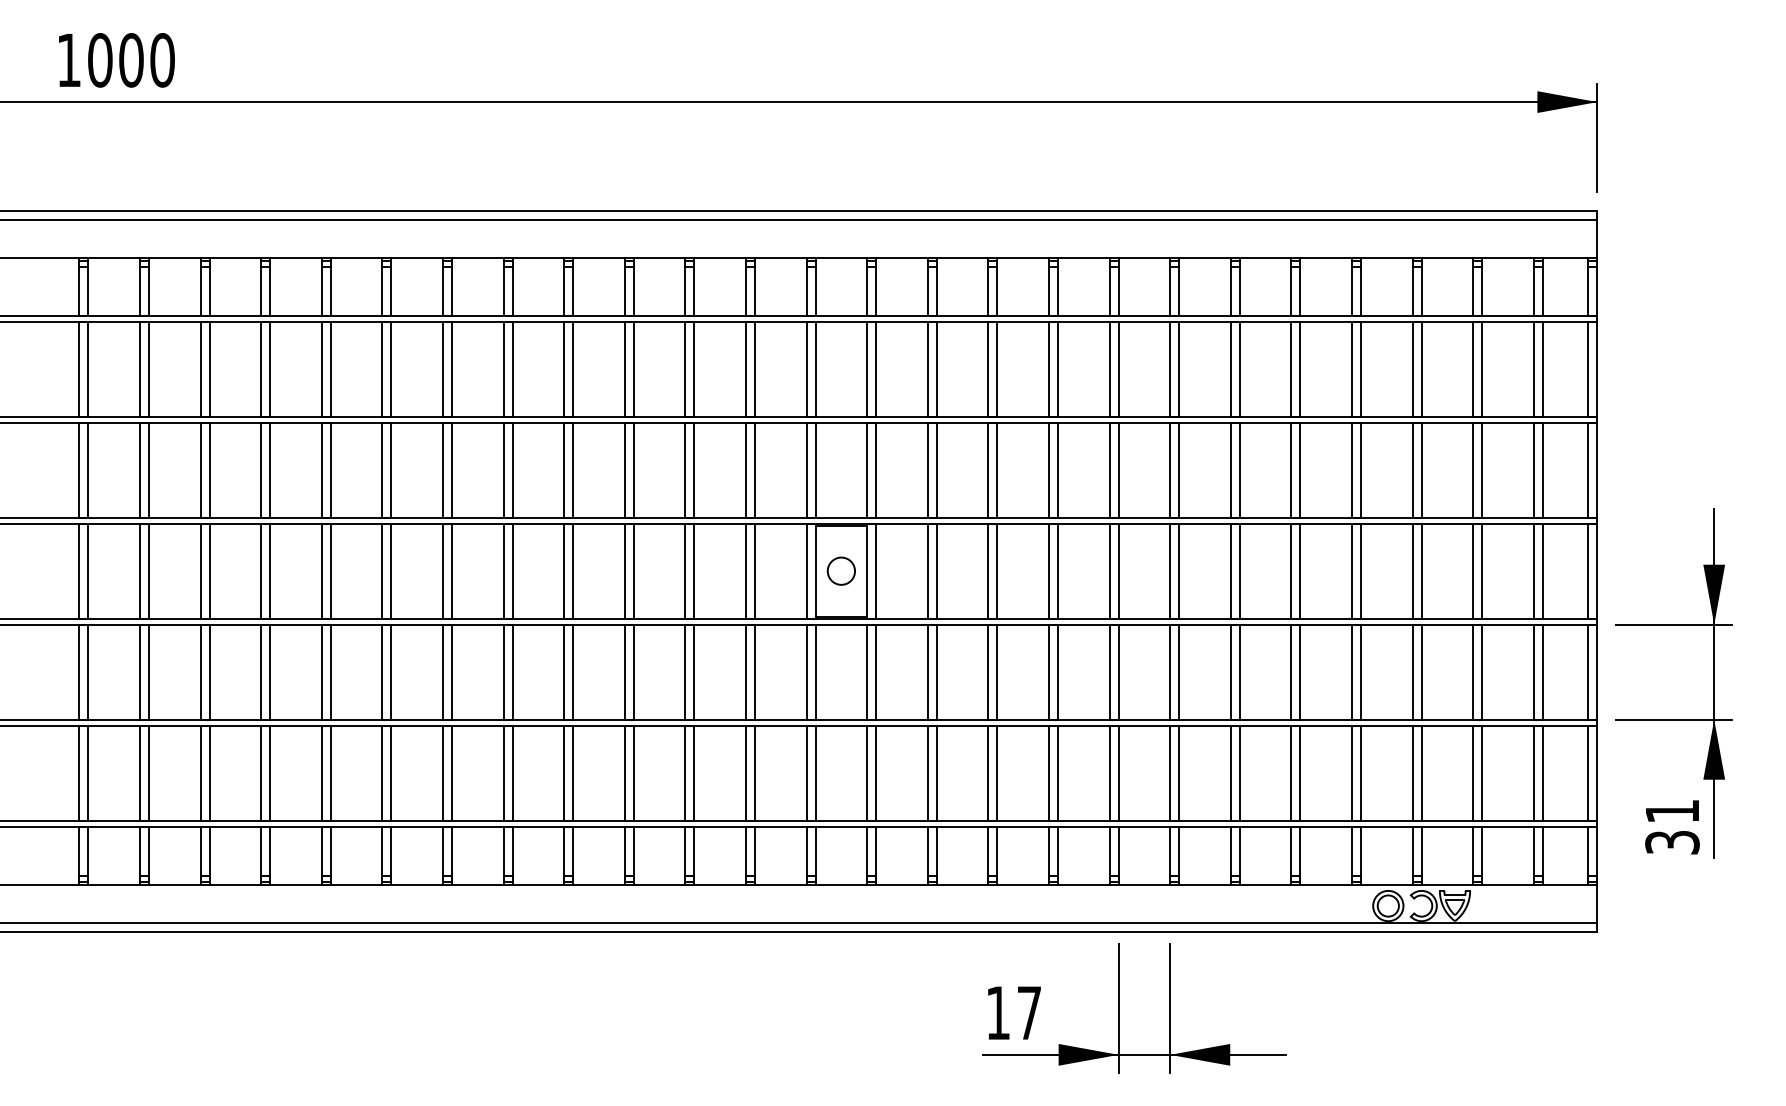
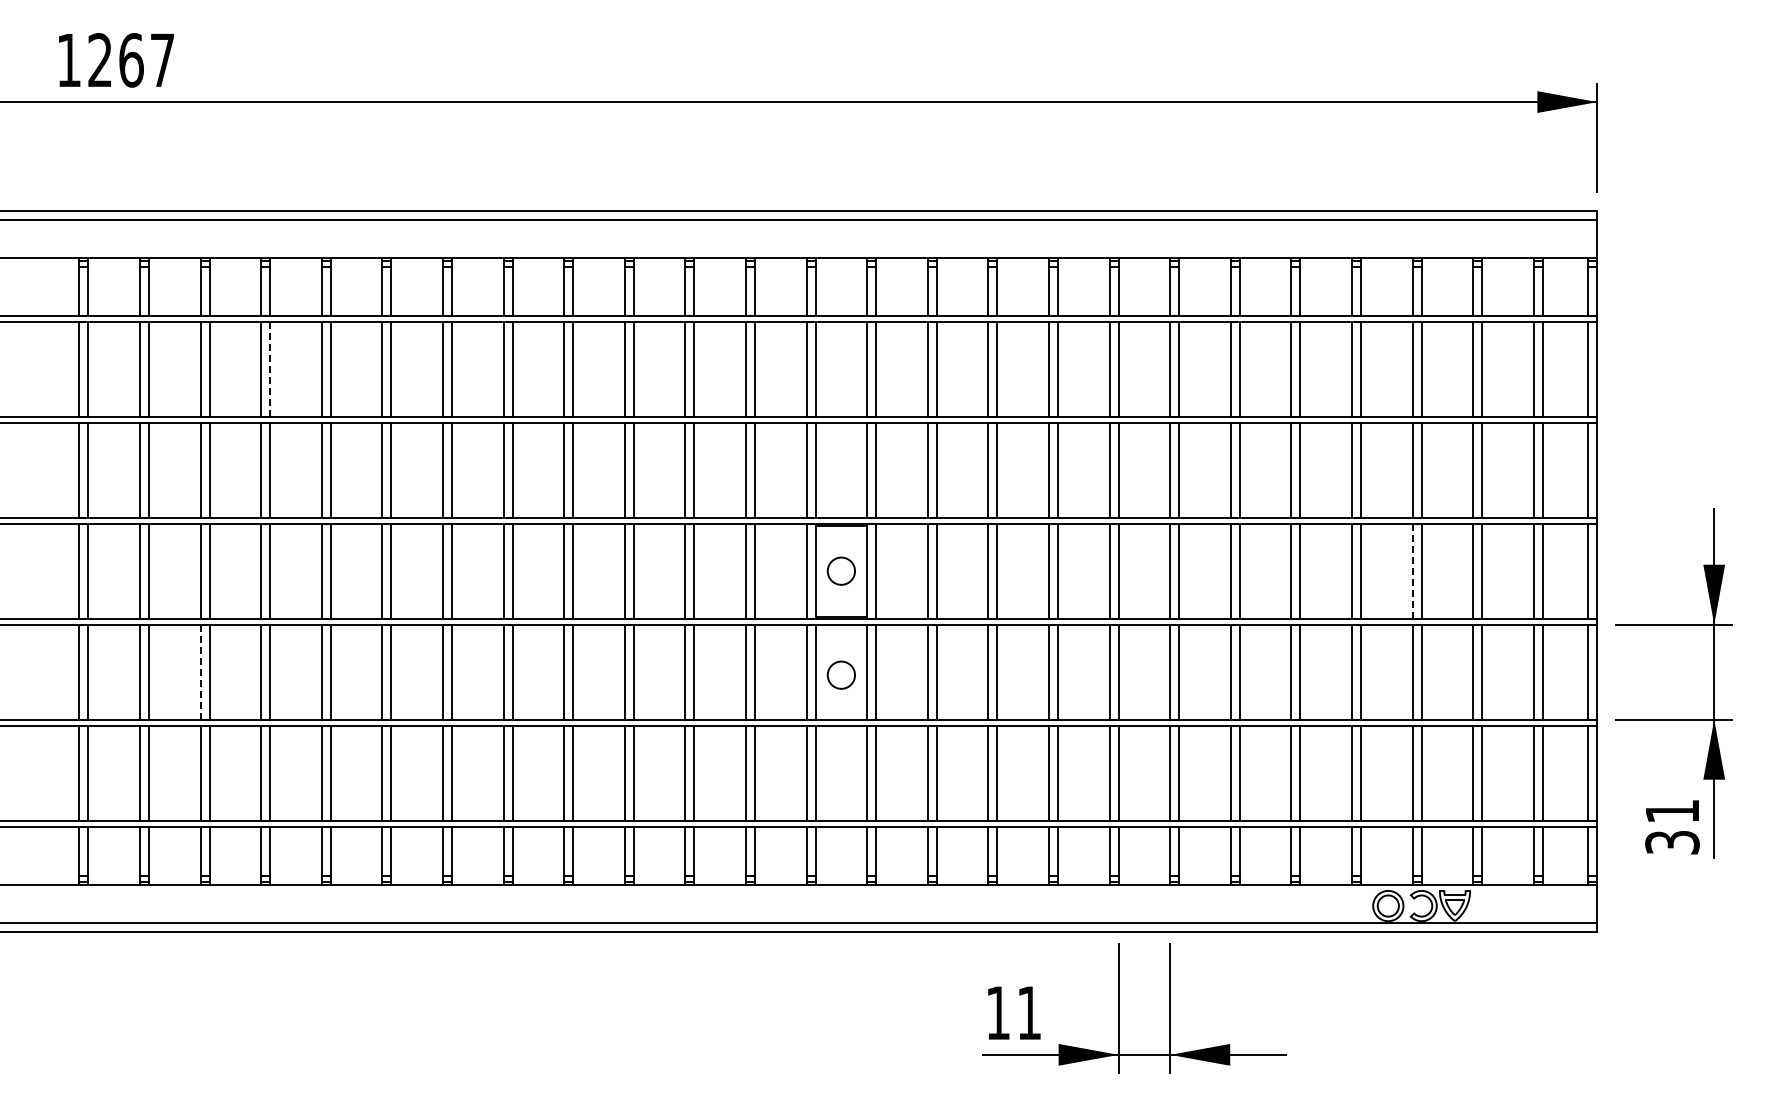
text at (131, 60): 1000 -> 1267
line at (270, 369): solid -> dashed
line at (1412, 571): solid -> dashed
line at (200, 672): solid -> dashed
circle at (840, 674): none -> present
text at (1029, 1012): 17 -> 11
